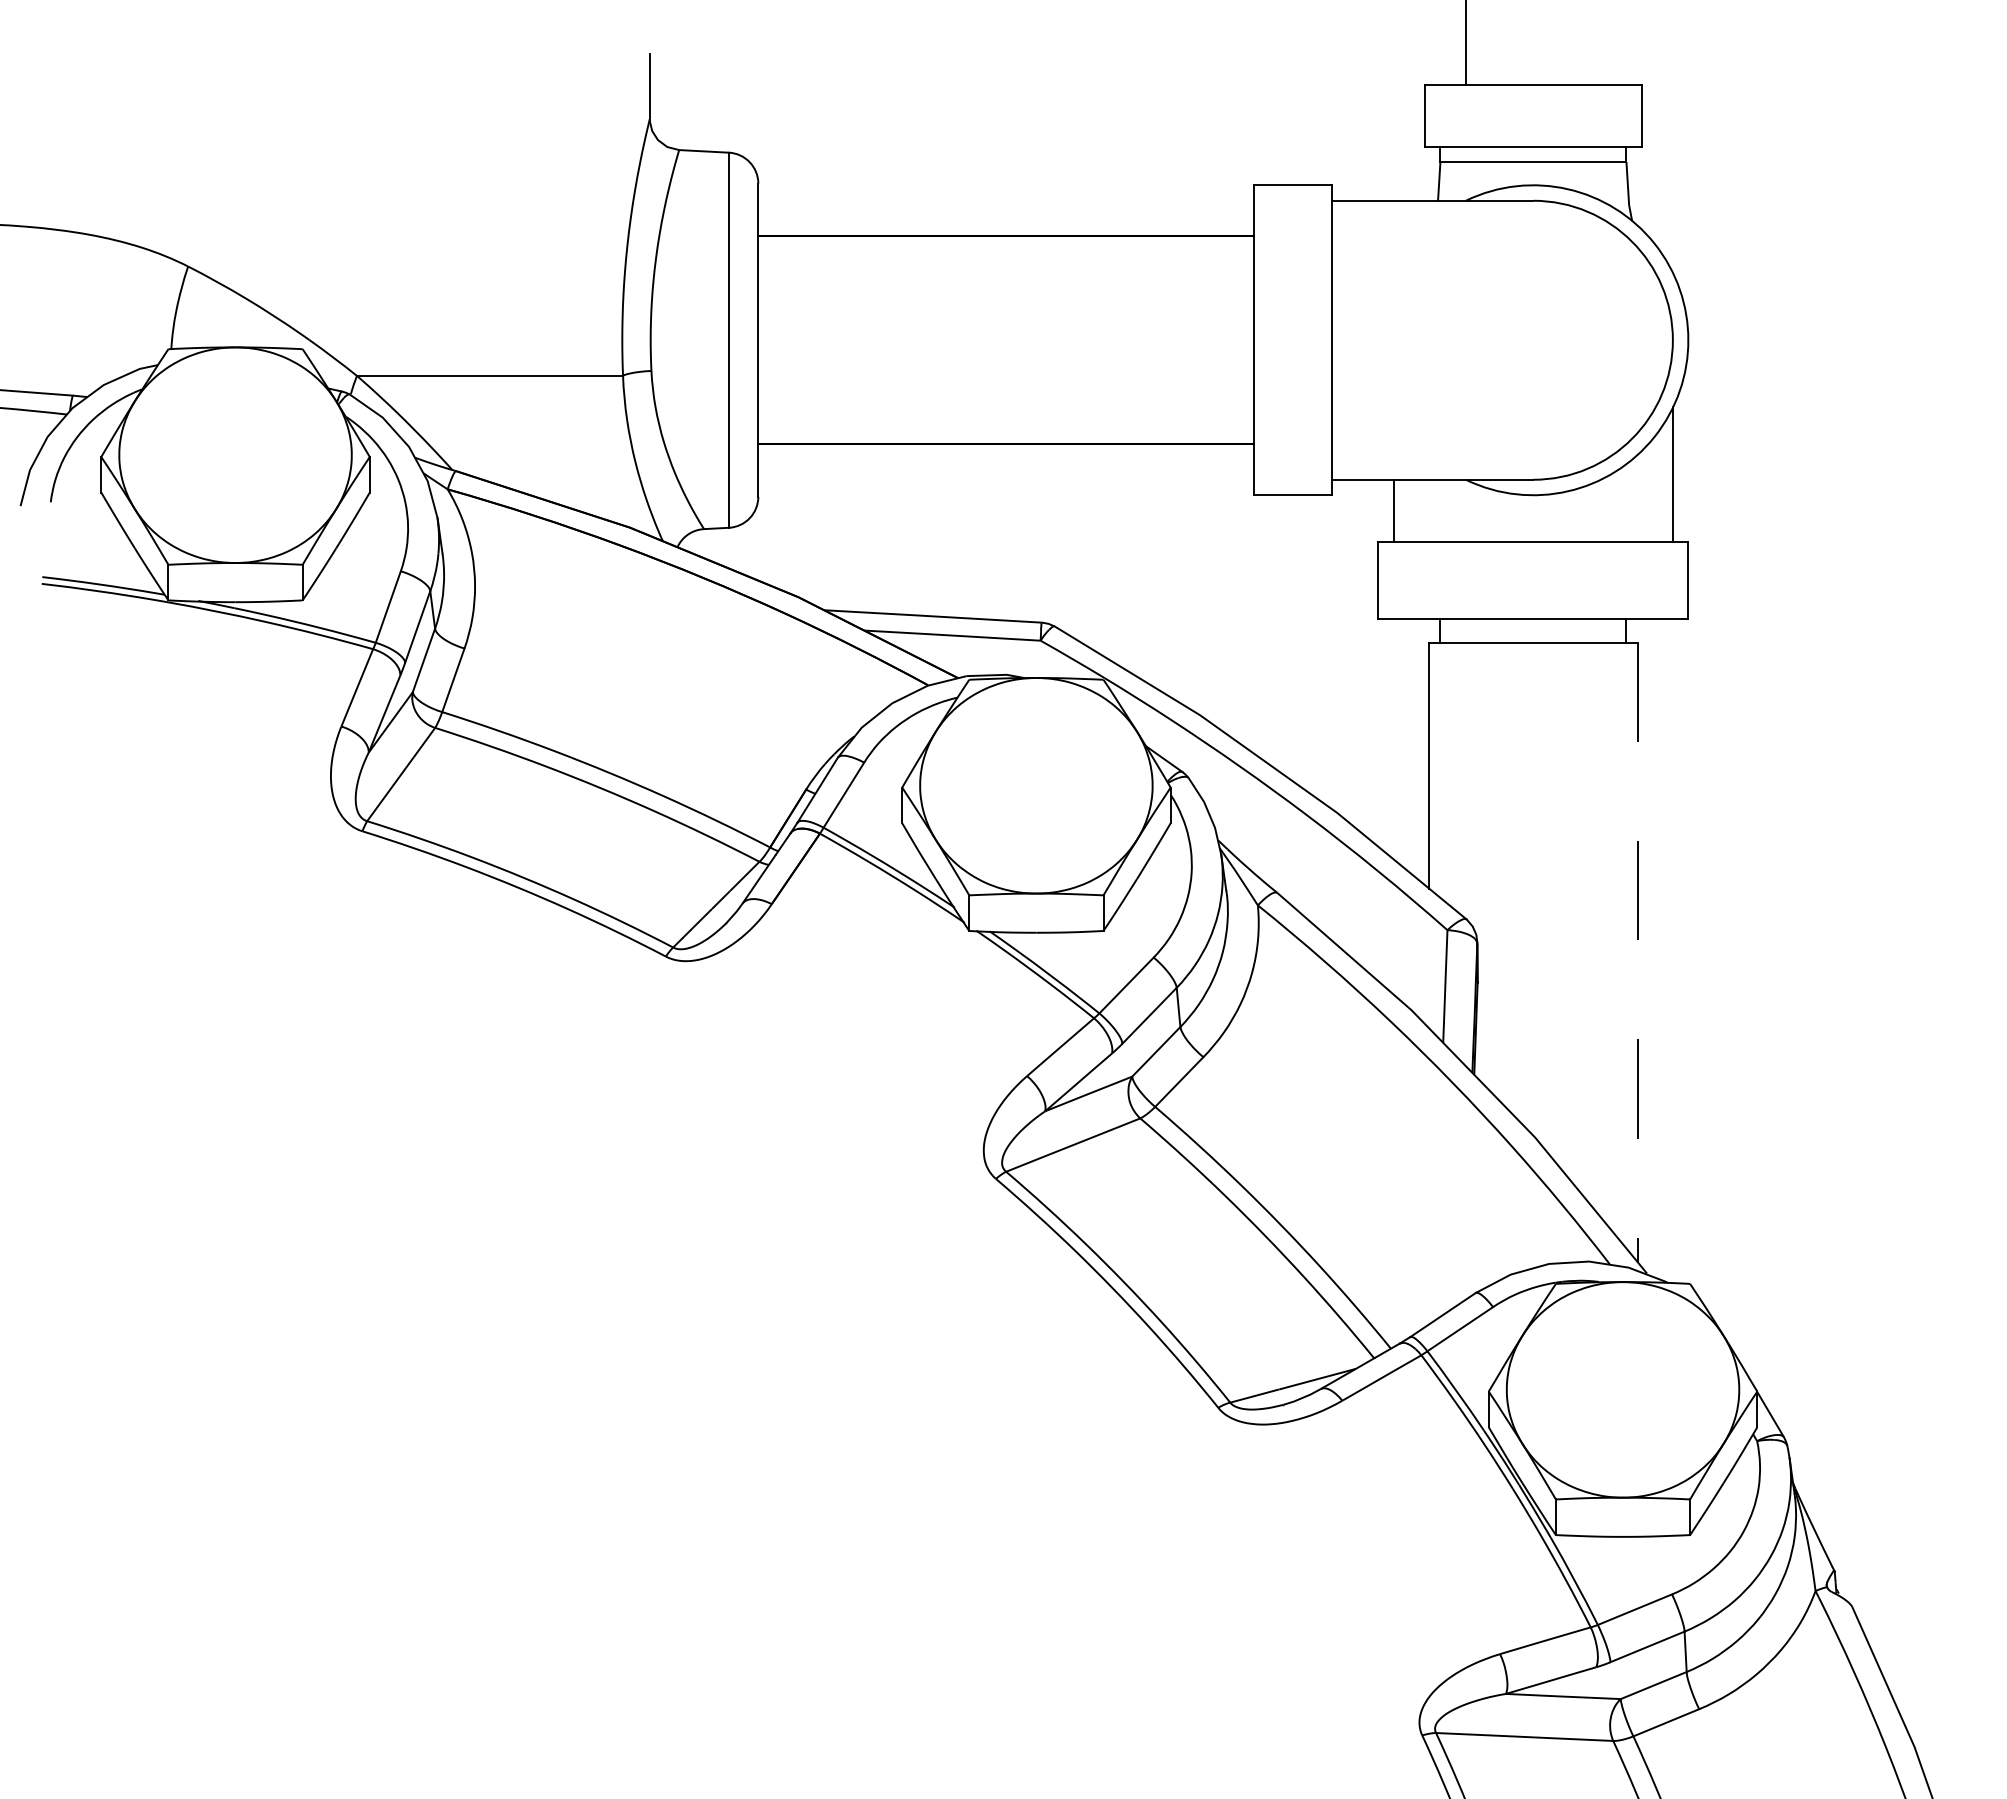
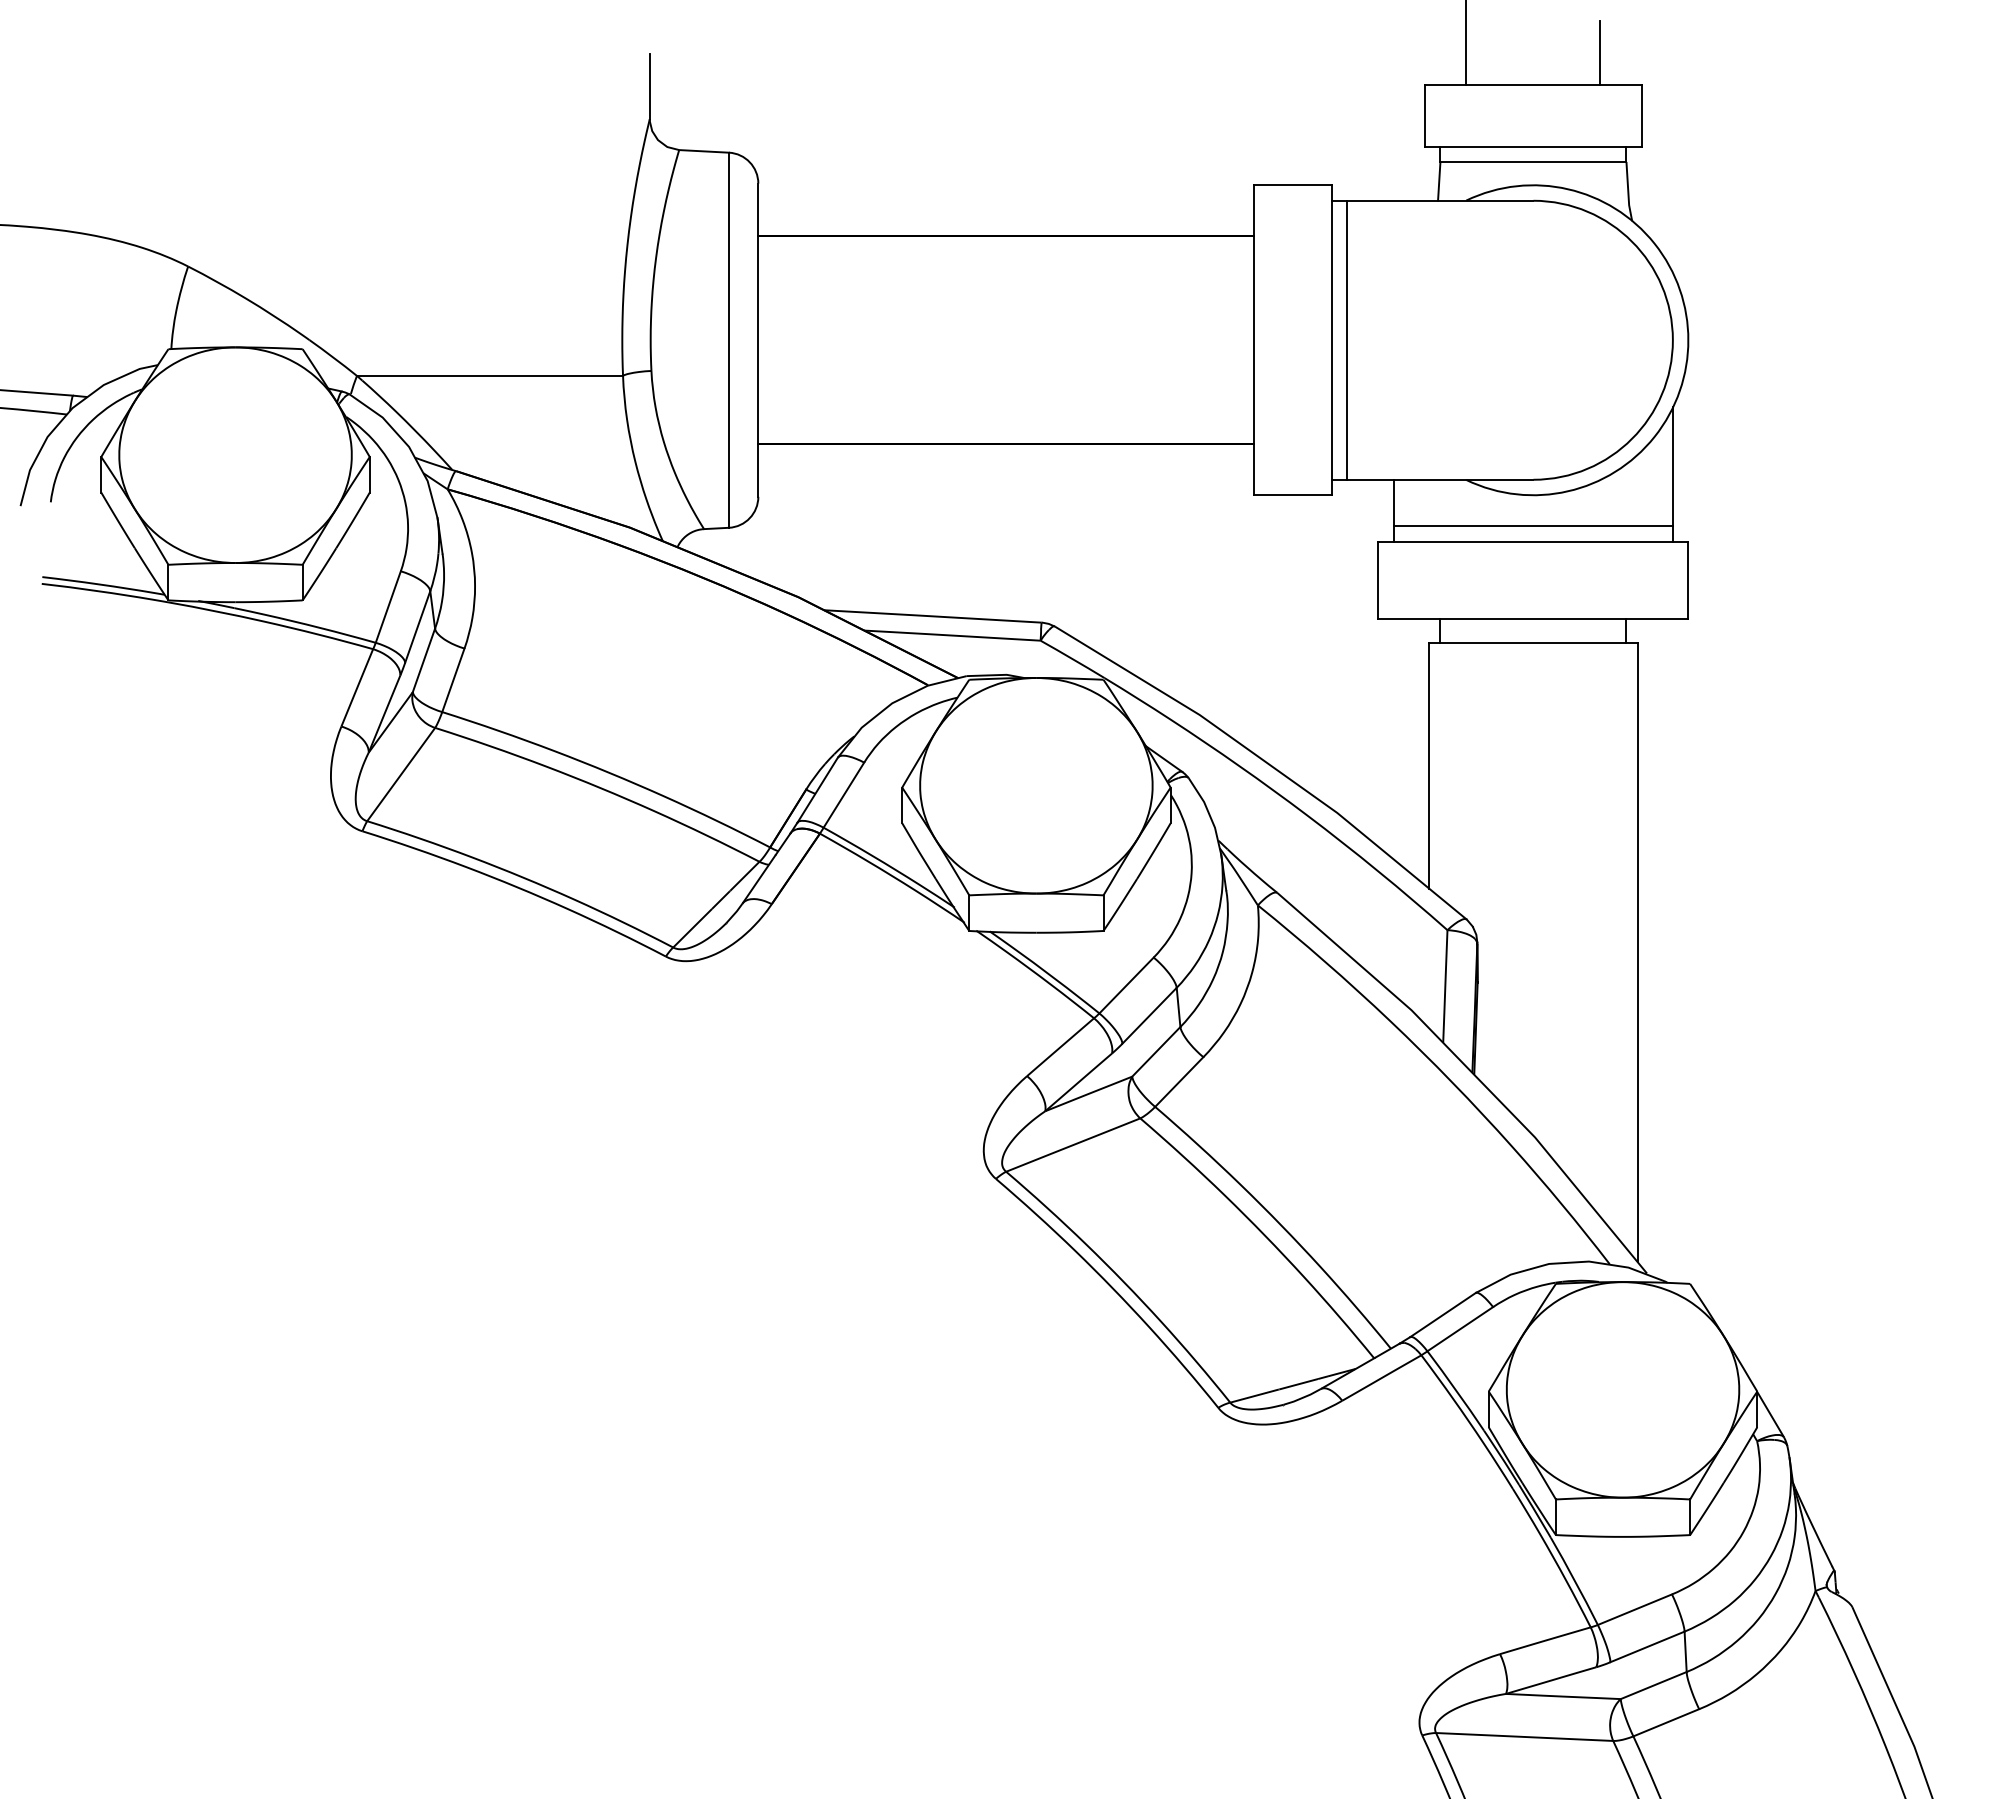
line at (1600, 52): none -> present
line at (1347, 339): none -> present
line at (1532, 526): none -> present
line at (1637, 952): dashed -> solid
